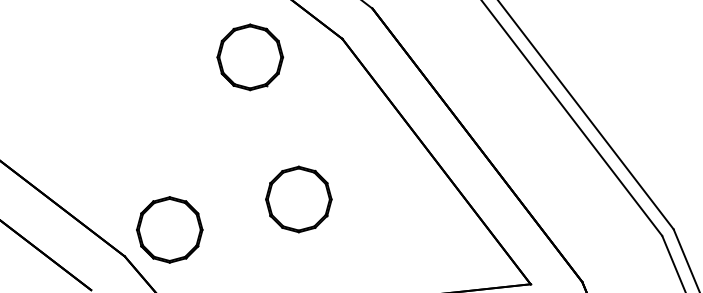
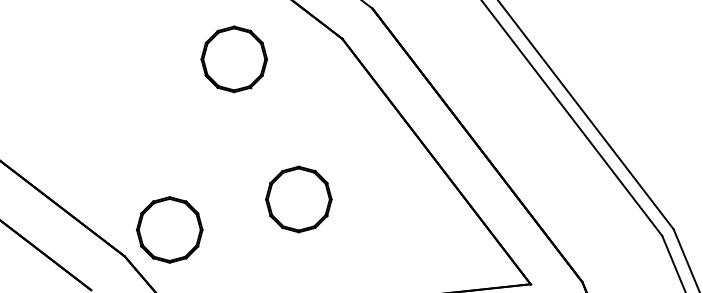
part at (250, 57) position: (250, 57) -> (234, 59)
